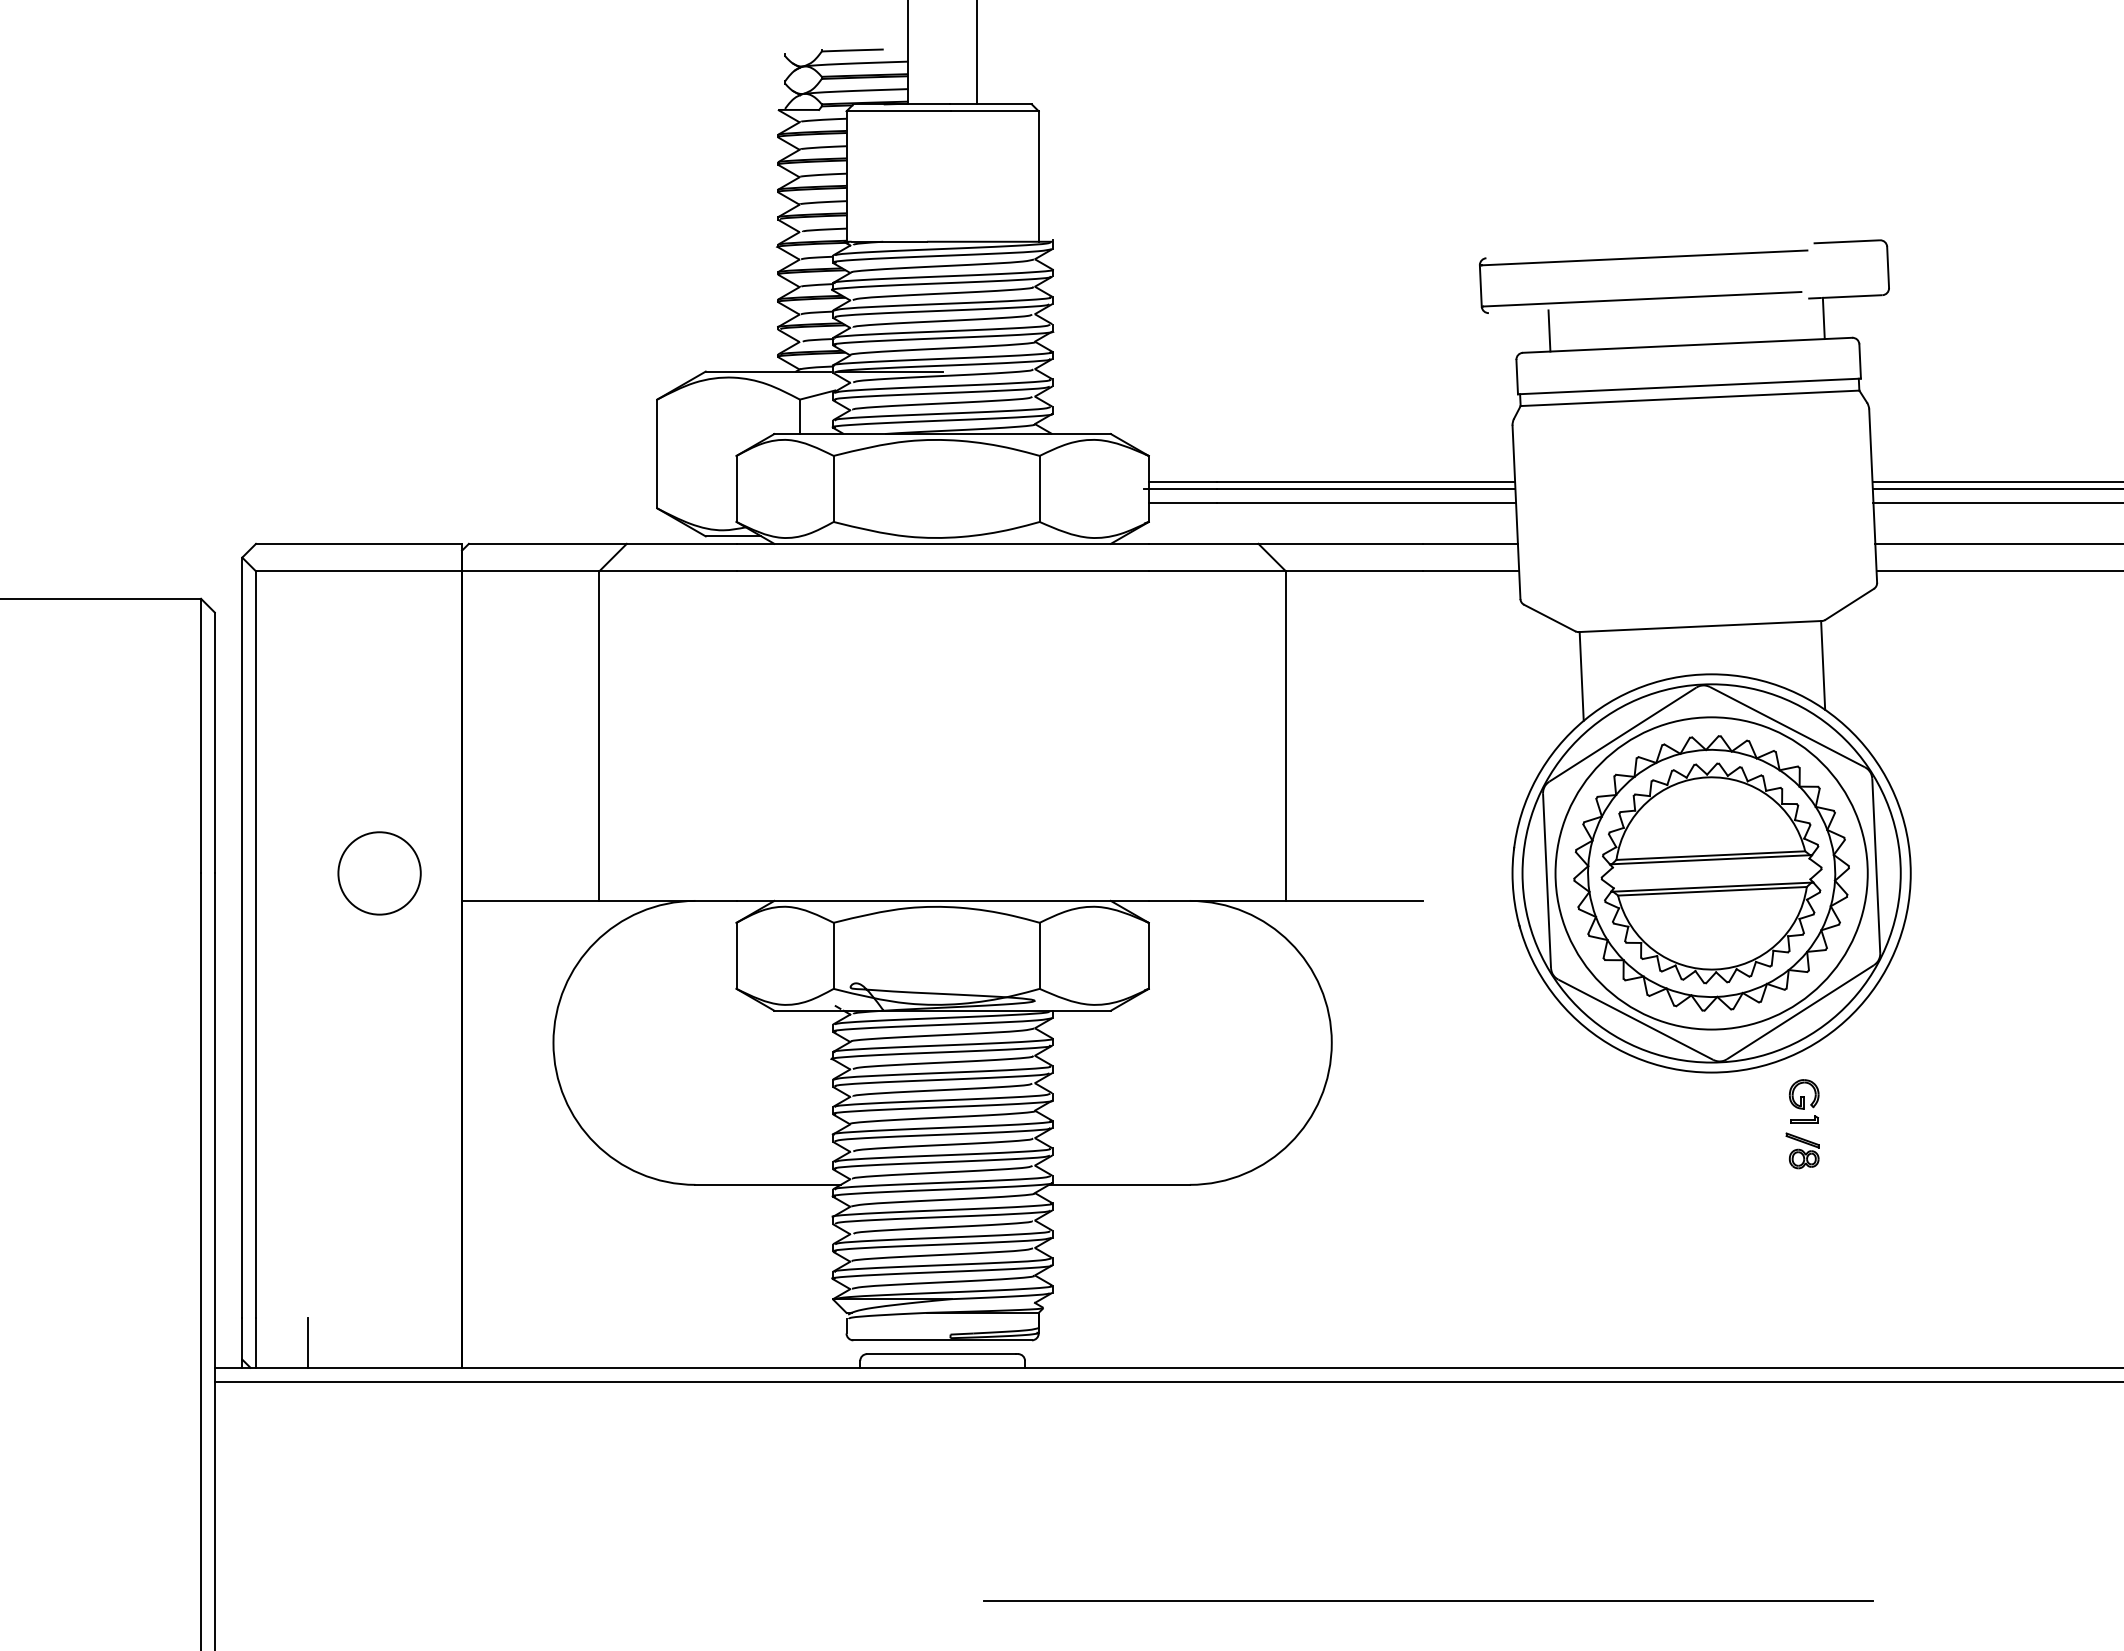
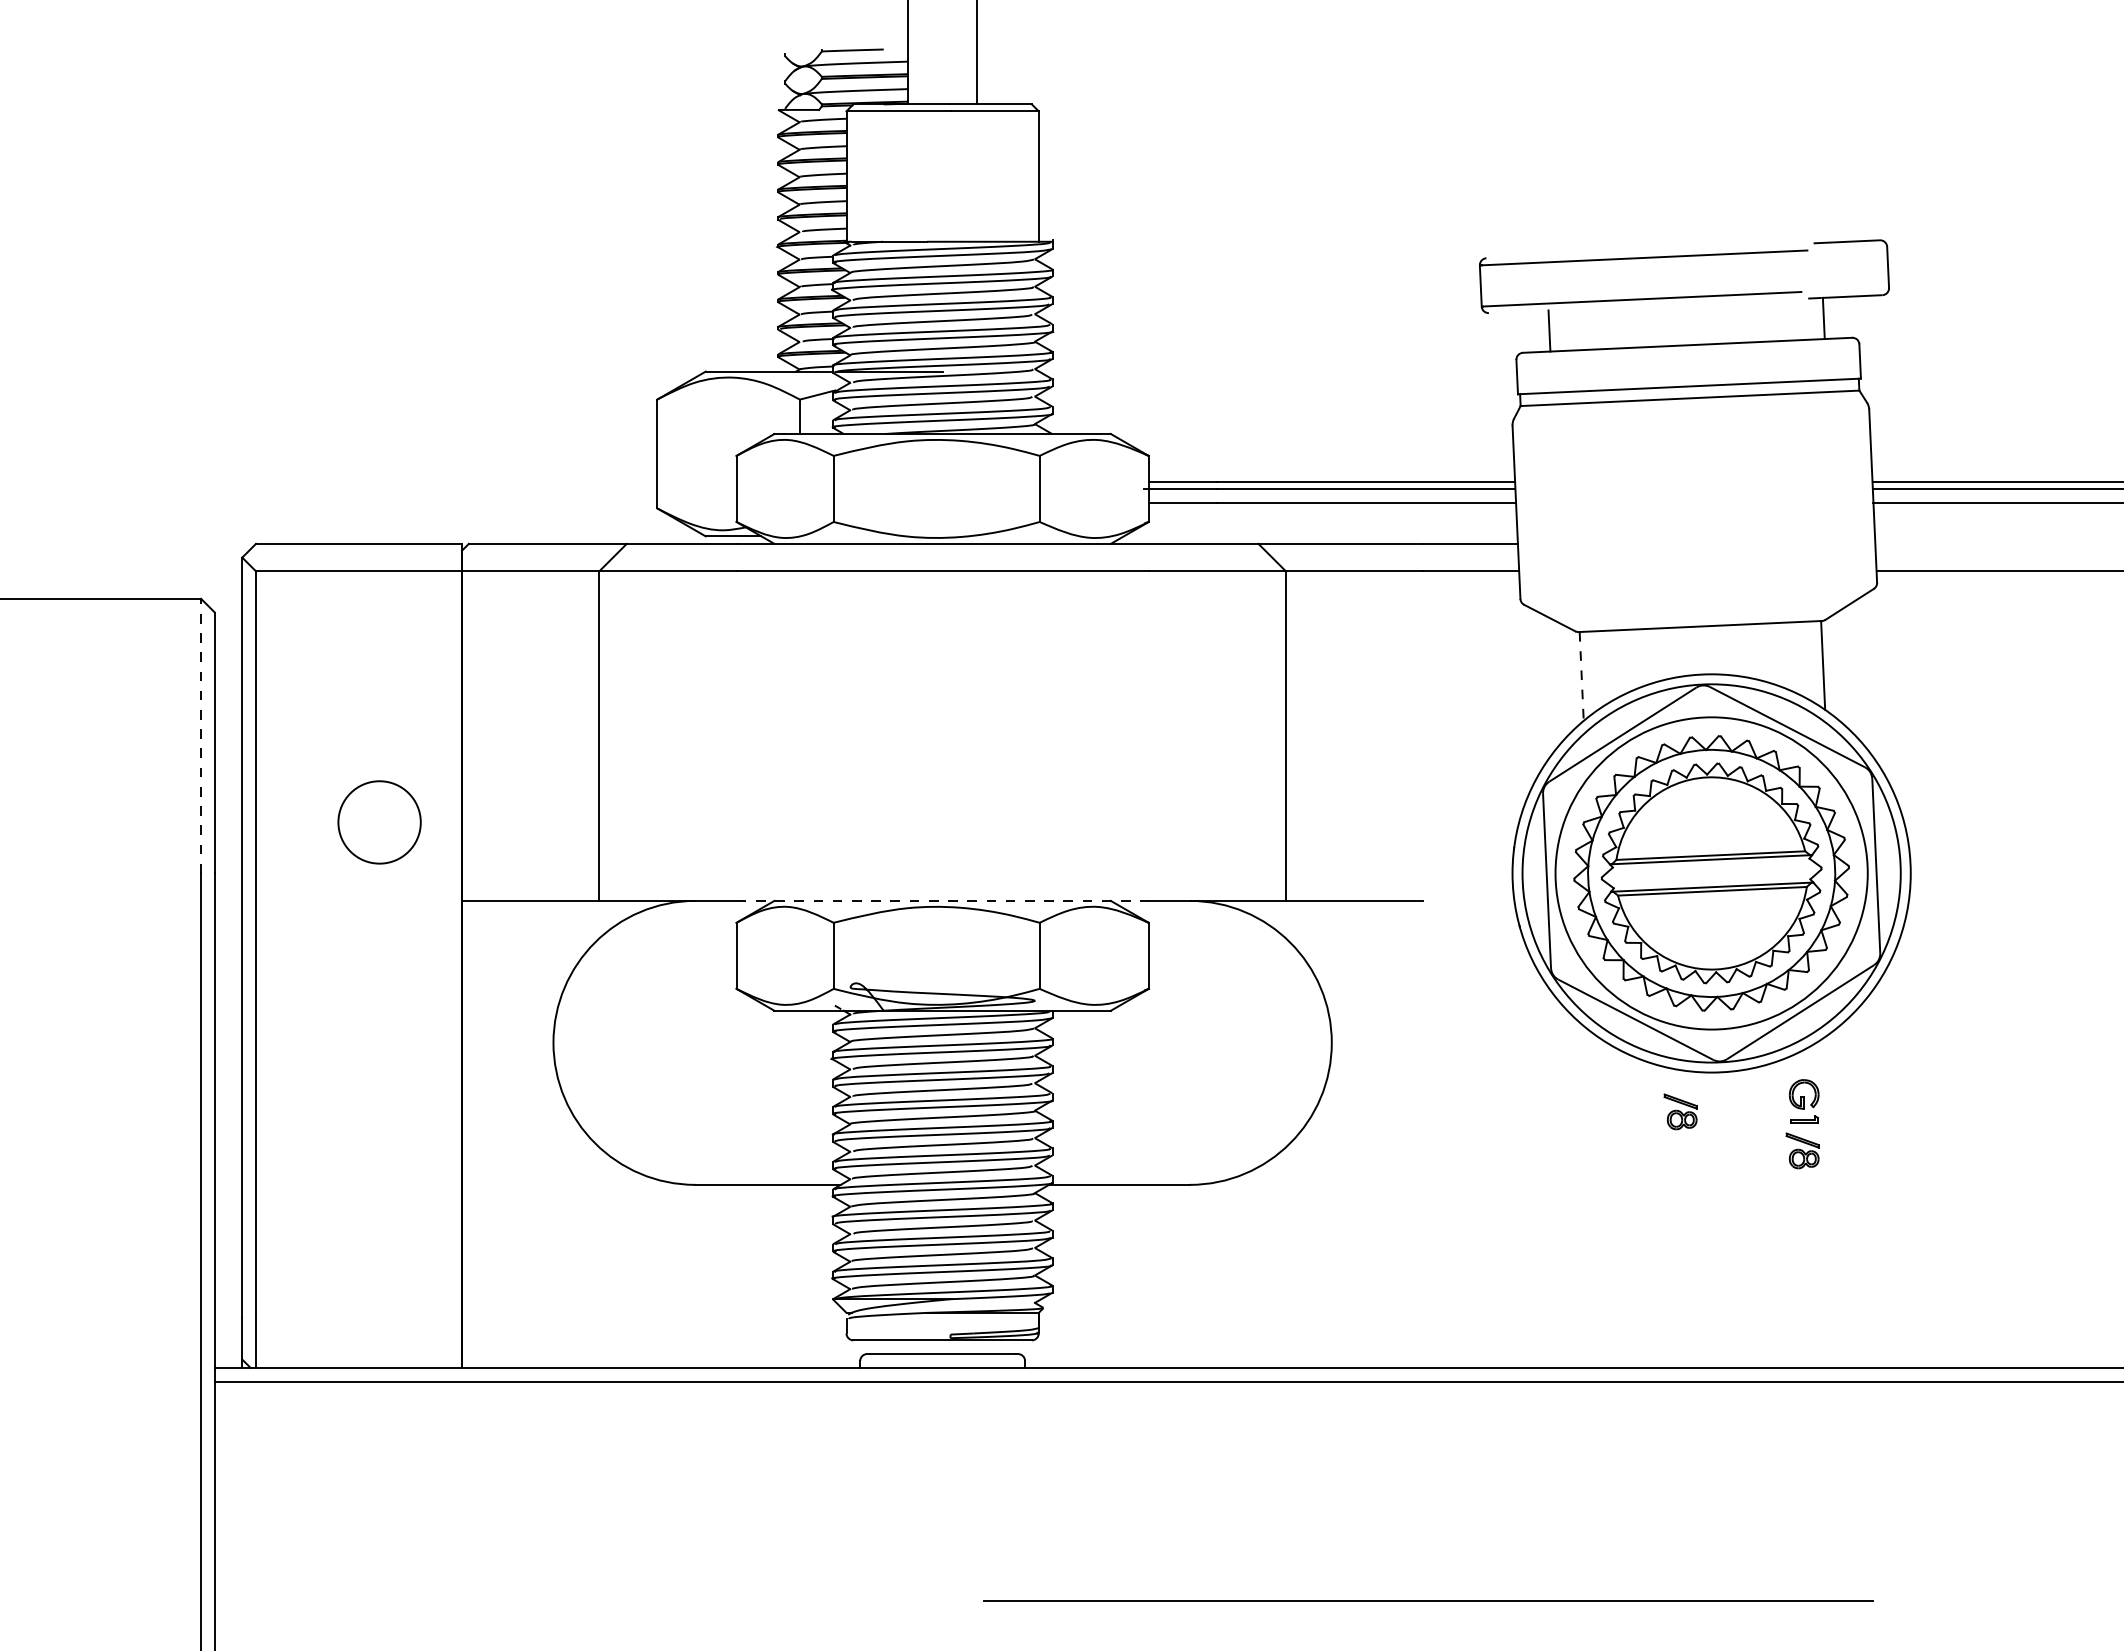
line at (1997, 543): present -> none
line at (1581, 676): solid -> dashed
line at (201, 735): solid -> dashed
circle at (379, 873) position: (379, 873) -> (379, 822)
line at (942, 900): solid -> dashed
part at (1680, 1111): none -> present
line at (308, 1342): present -> none
